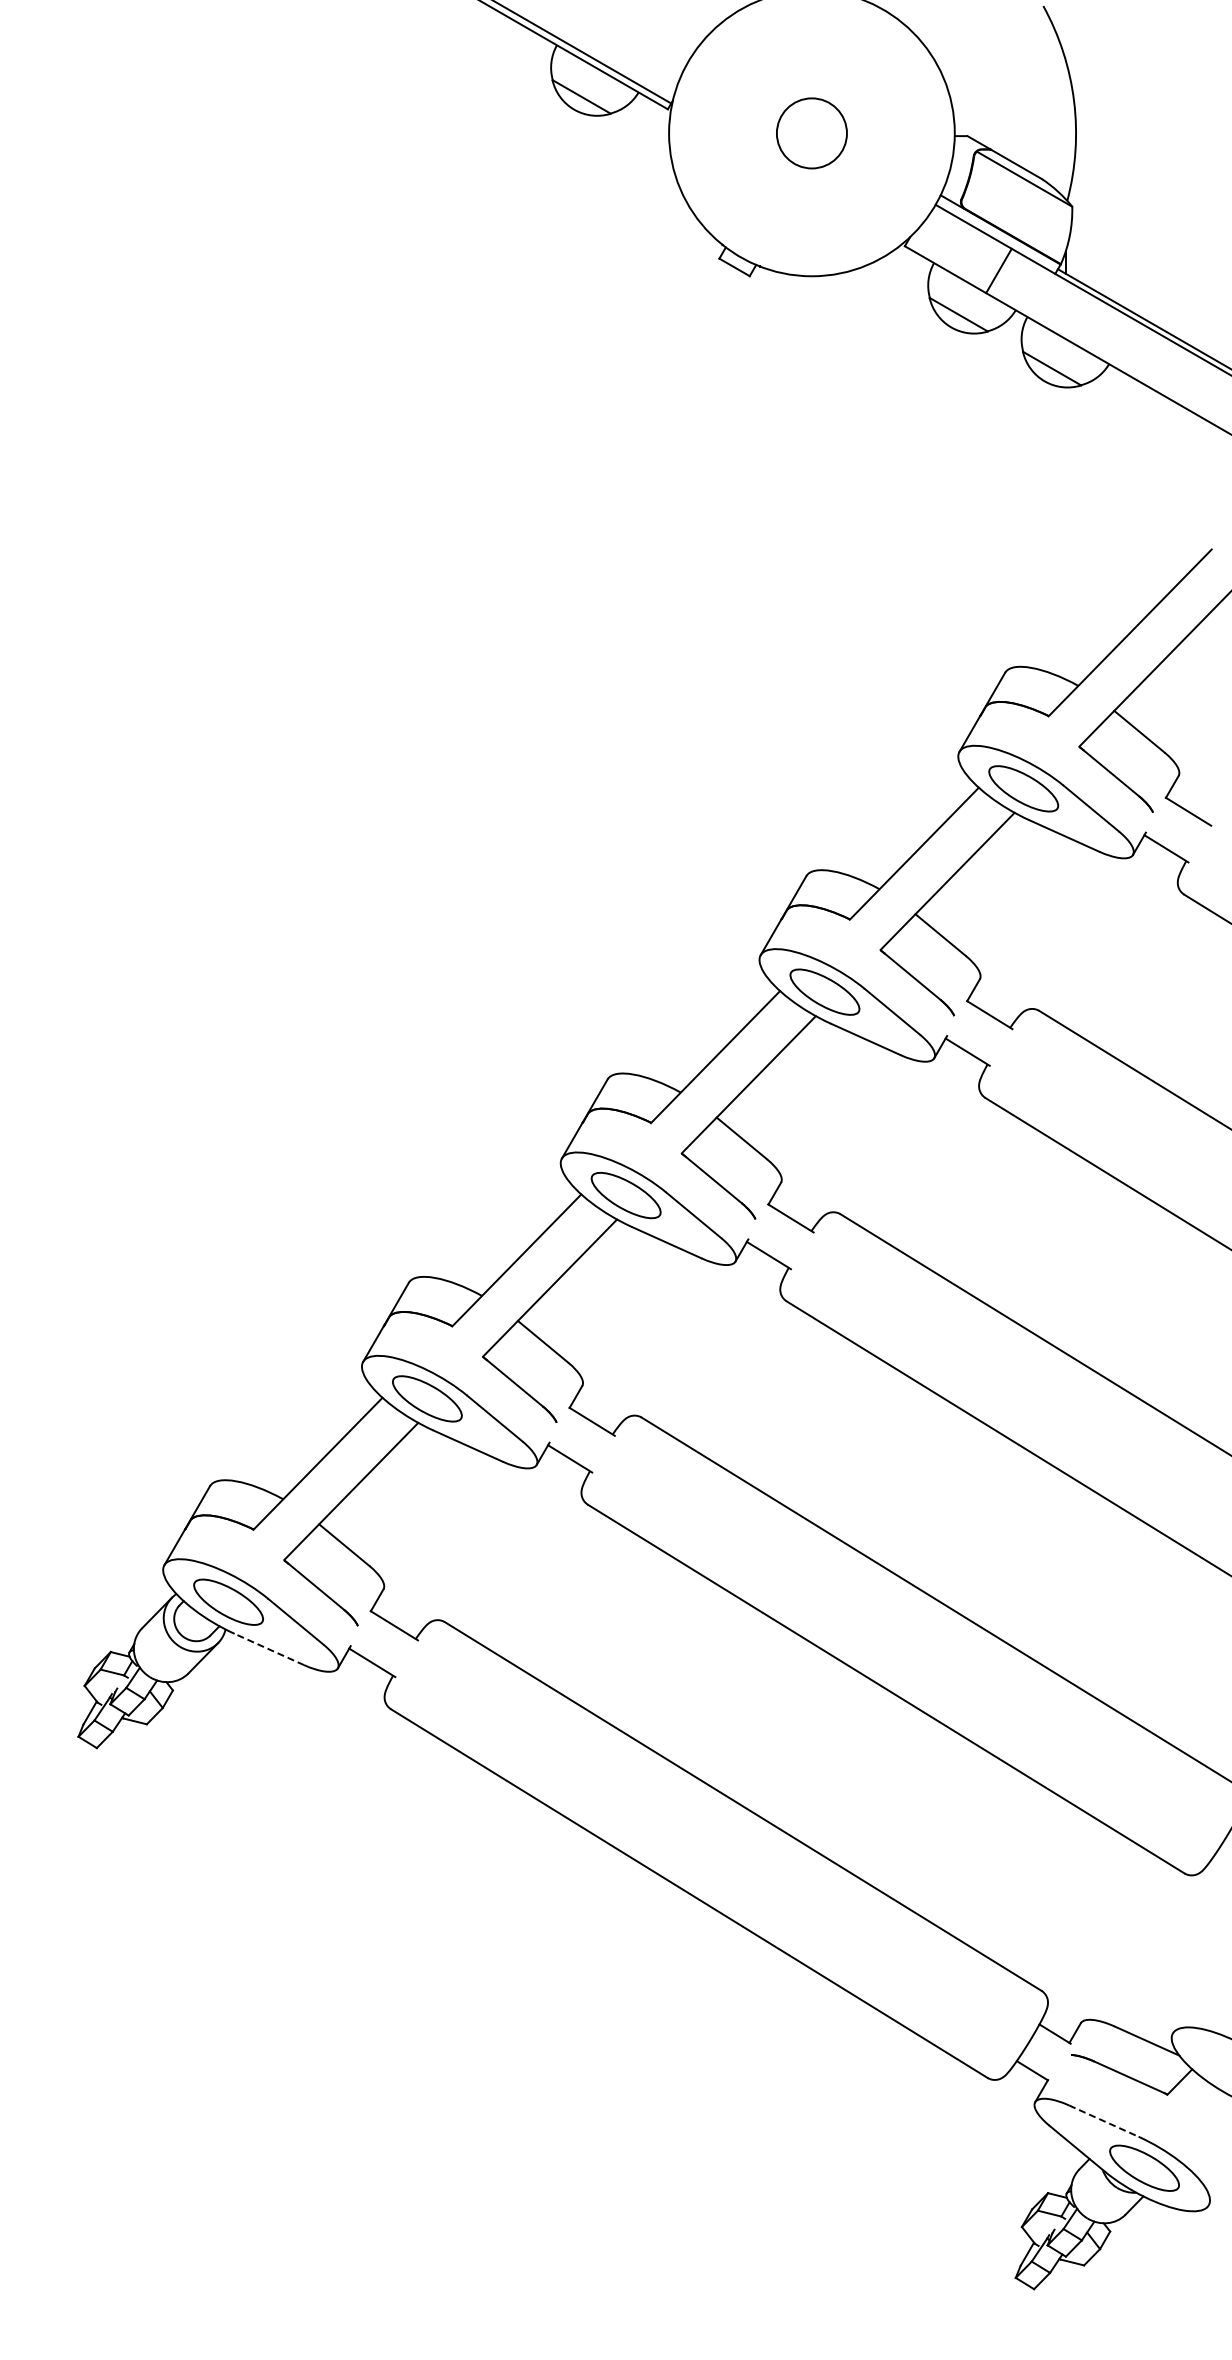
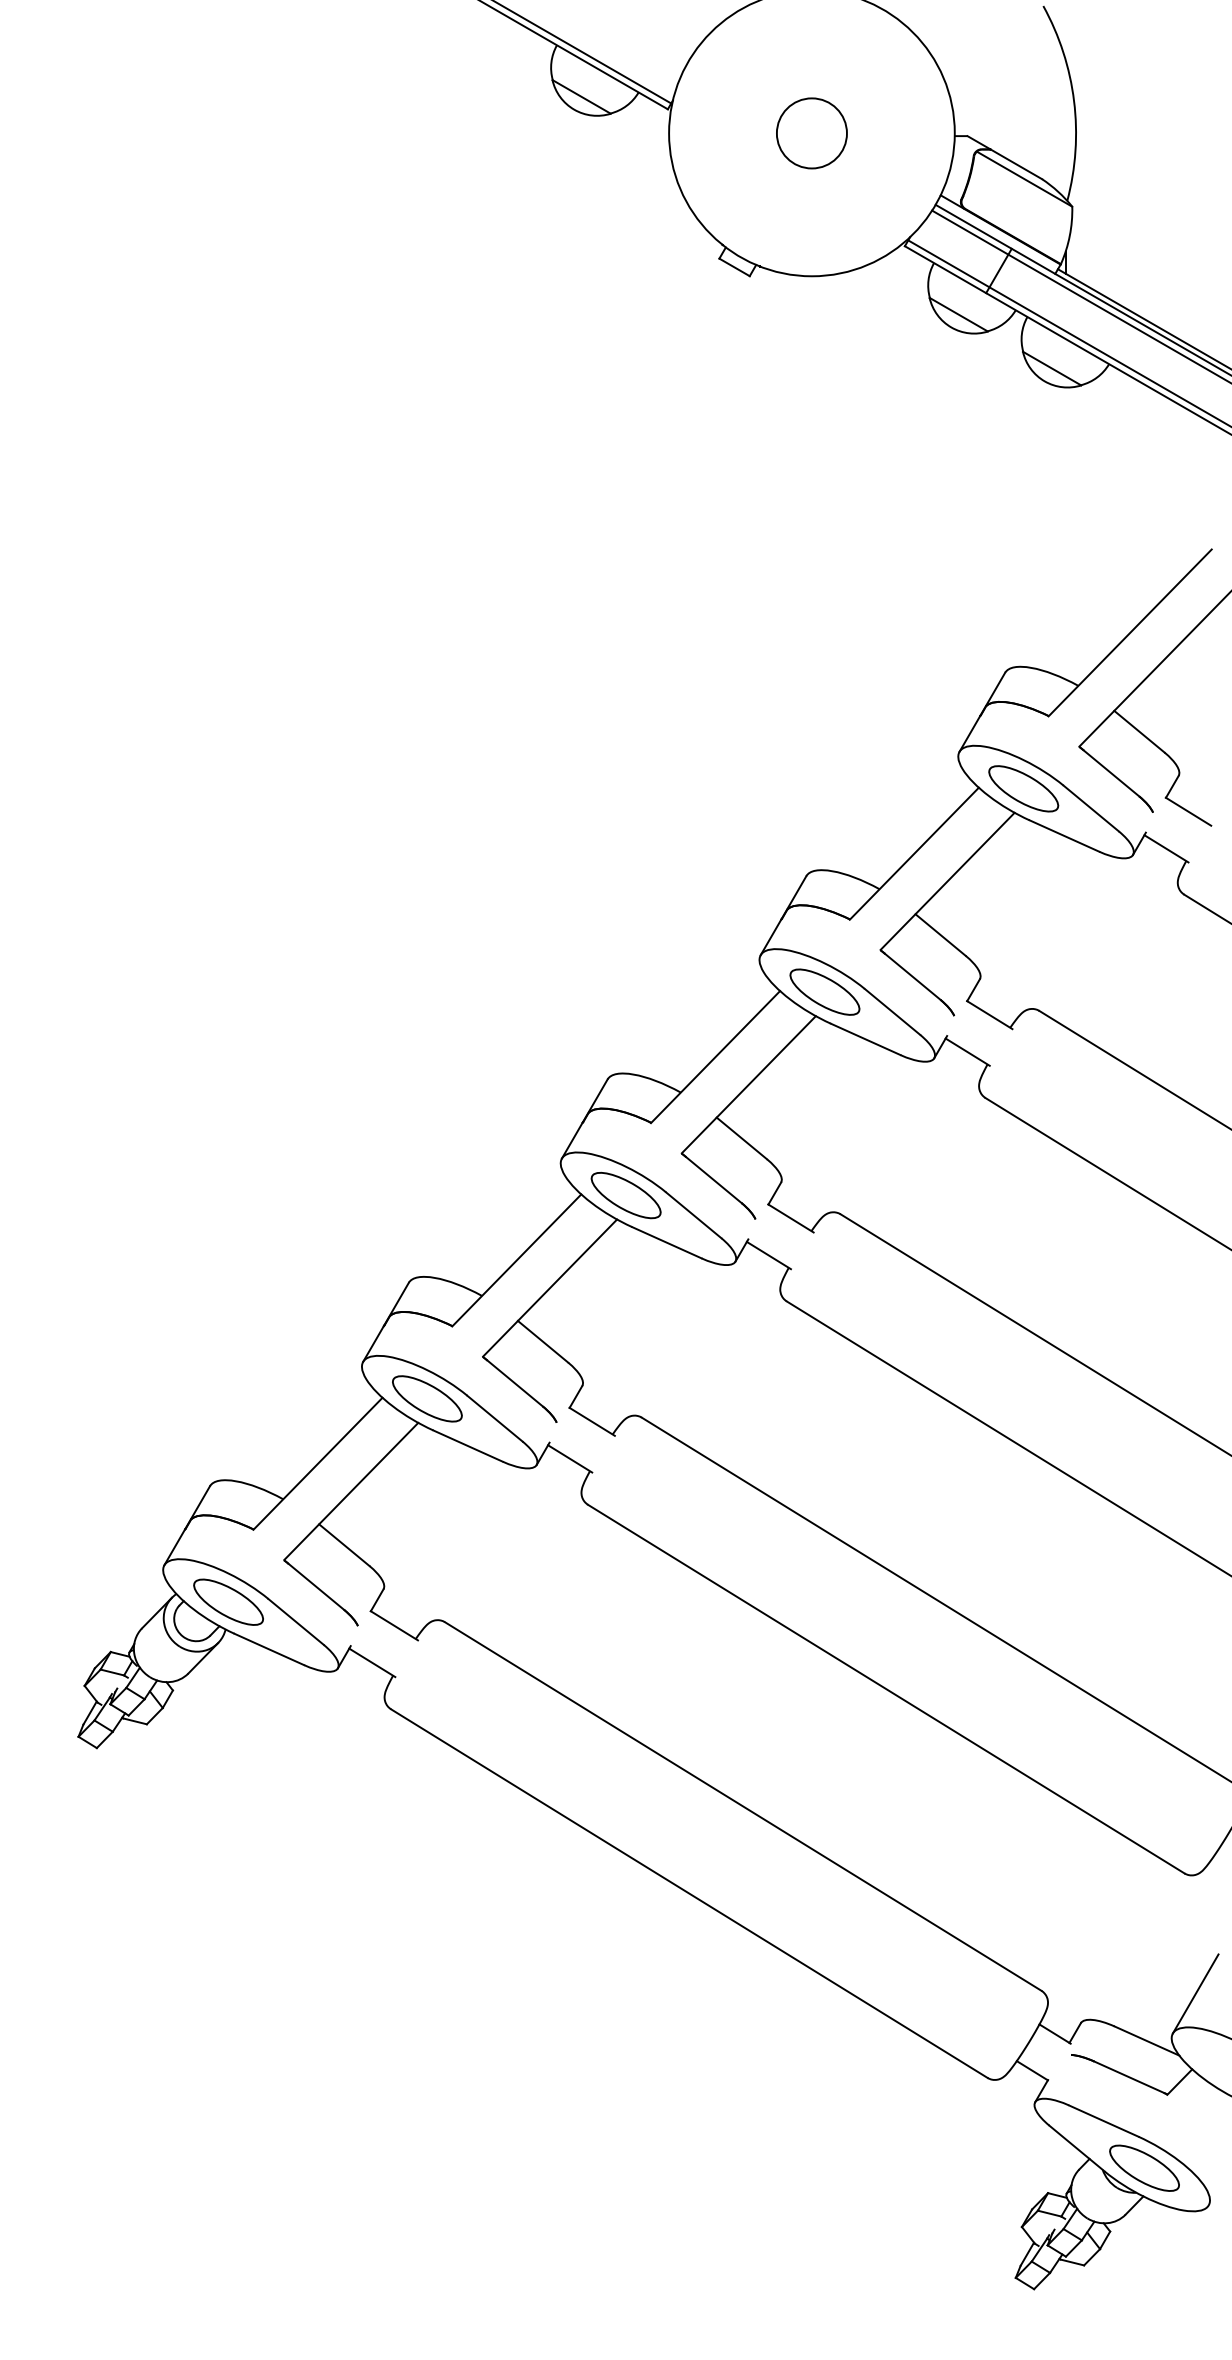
line at (1080, 295): none -> present
line at (1068, 332): none -> present
line at (268, 1649): dashed -> solid
line at (1195, 1993): none -> present
line at (1104, 2121): dashed -> solid
